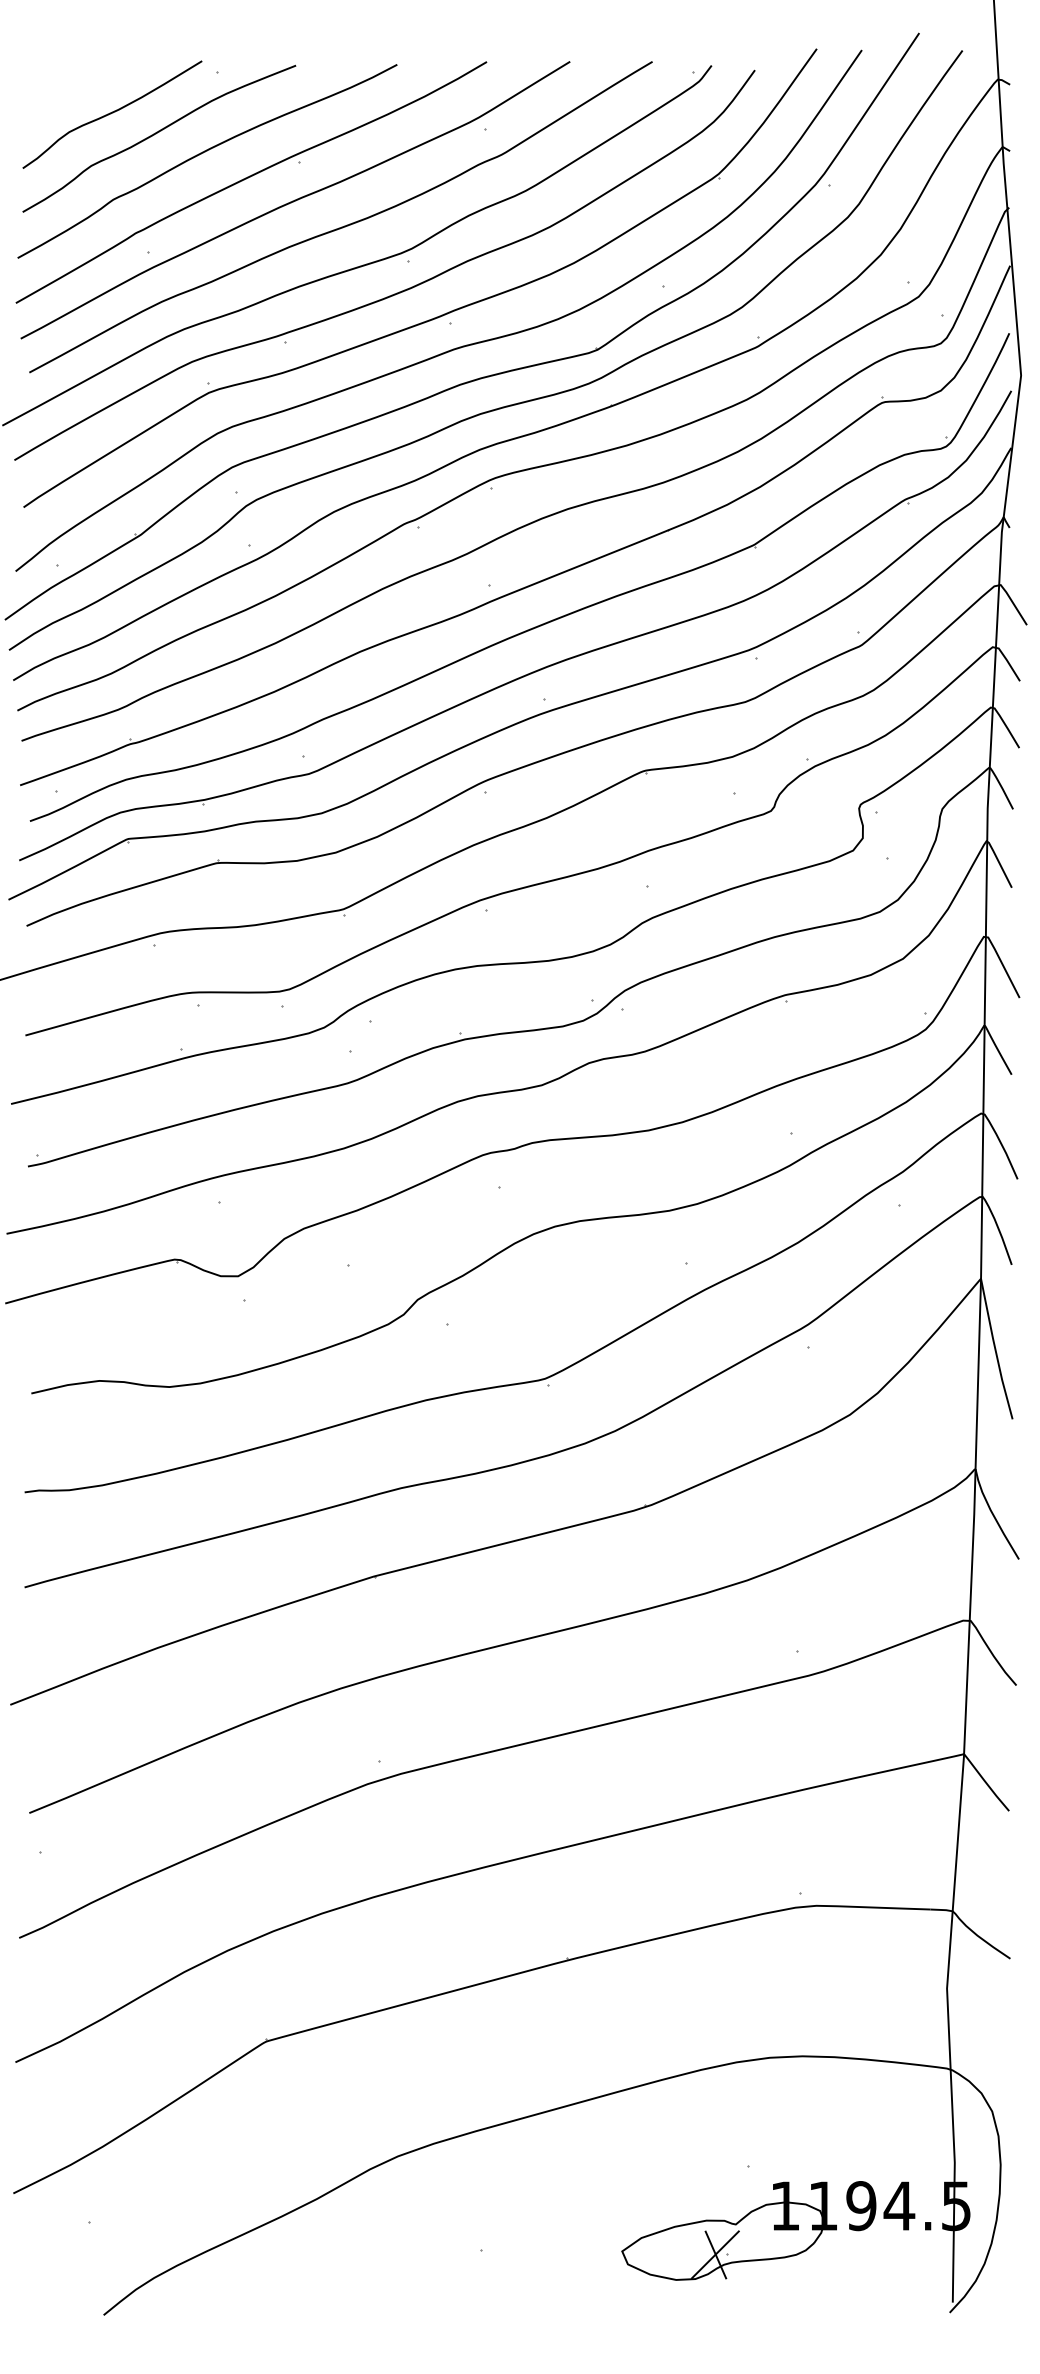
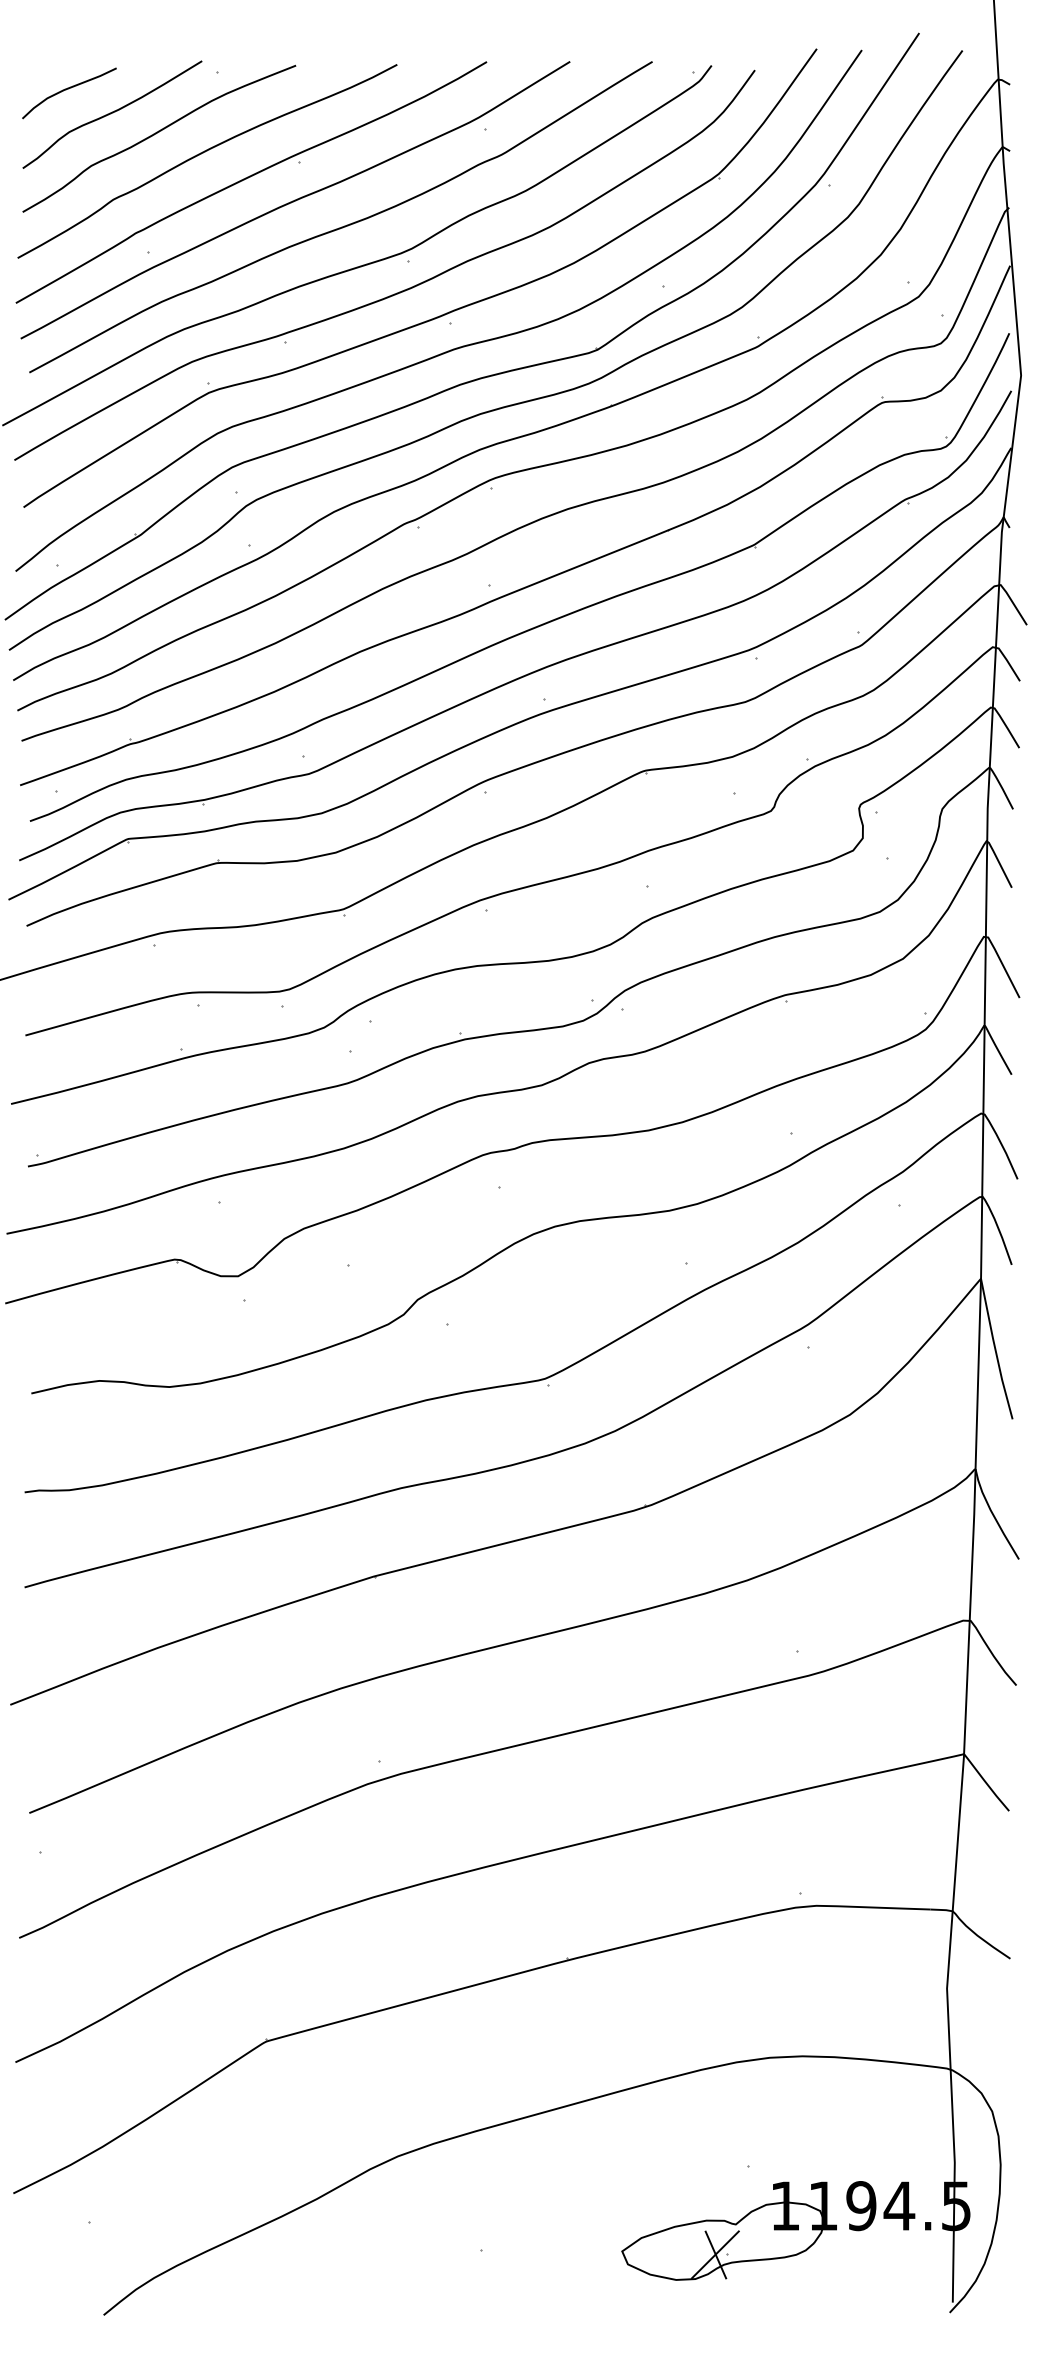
curve at (68, 89): none -> present
